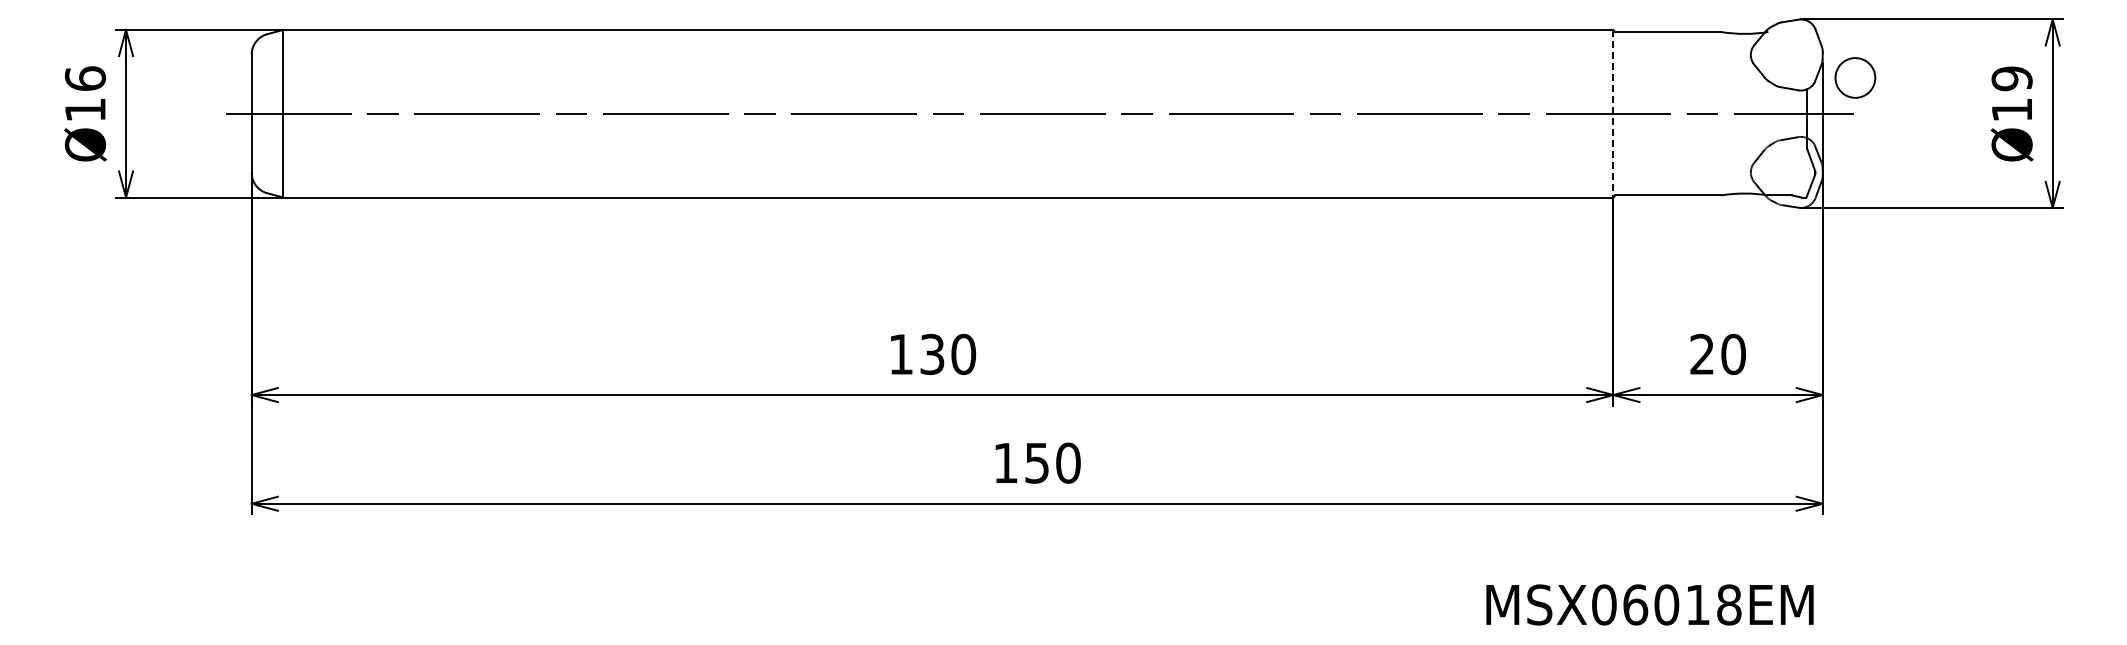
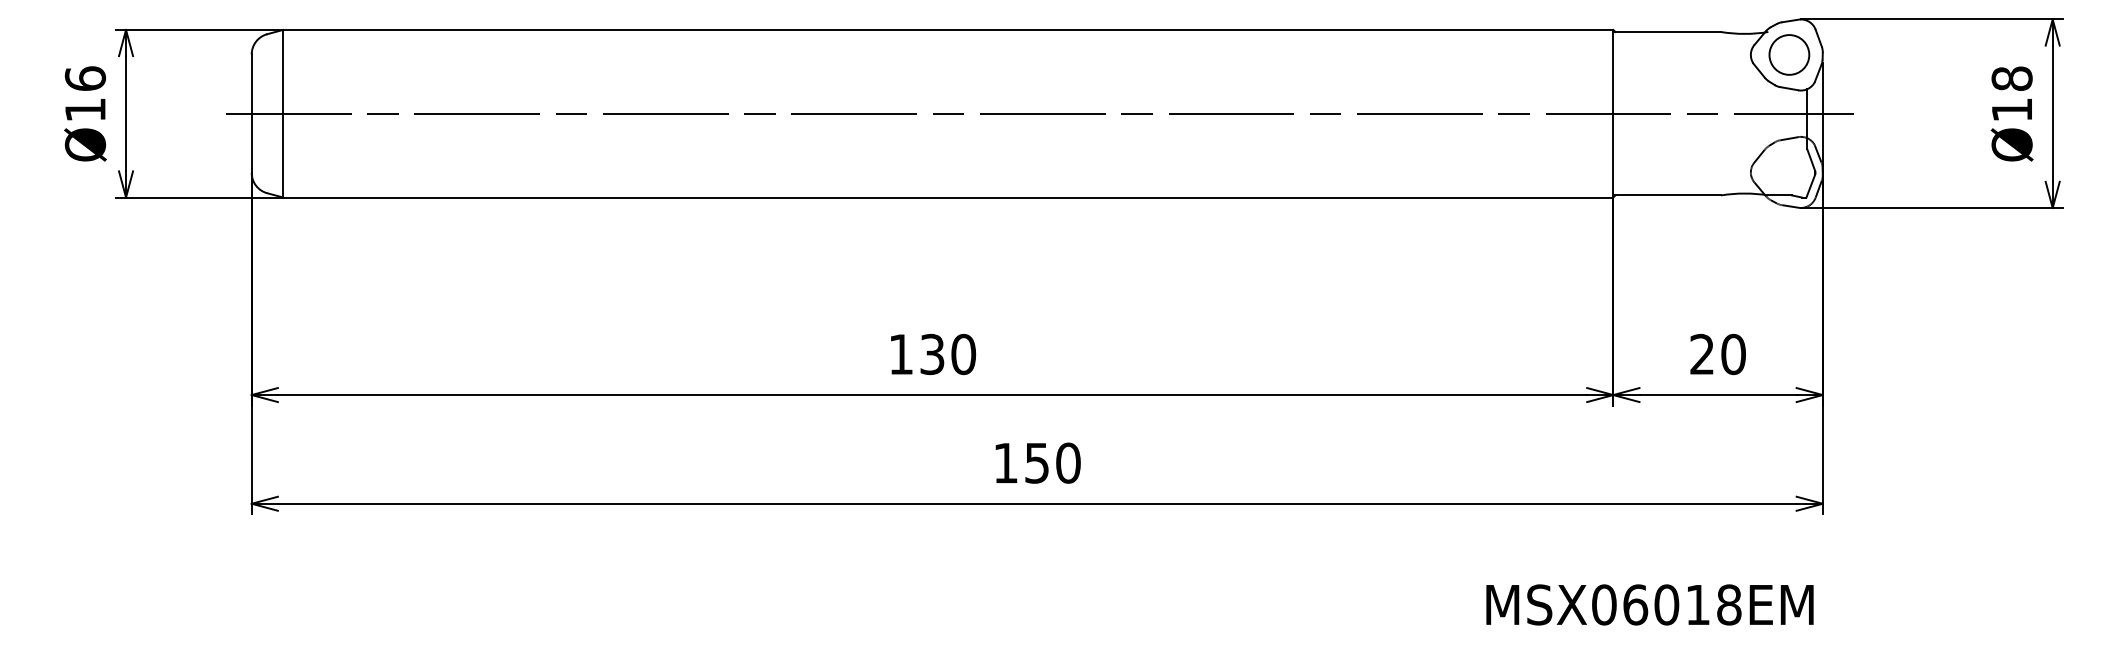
circle at (1855, 77) position: (1855, 77) -> (1789, 54)
text at (2011, 78): Ø19 -> Ø18
line at (1613, 113): dashed -> solid
